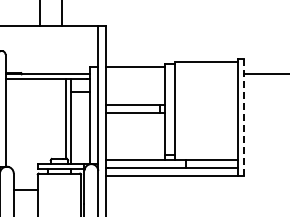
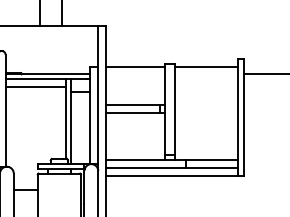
line at (206, 62) position: (206, 62) -> (206, 67)
line at (35, 87): none -> present
line at (244, 117): dashed -> solid
